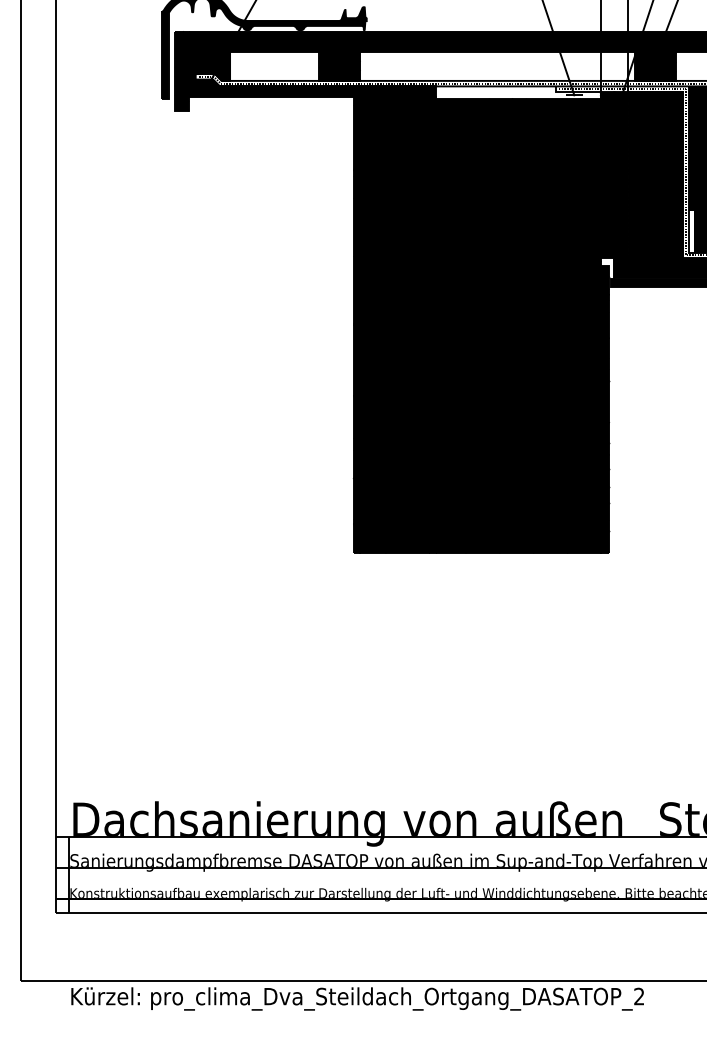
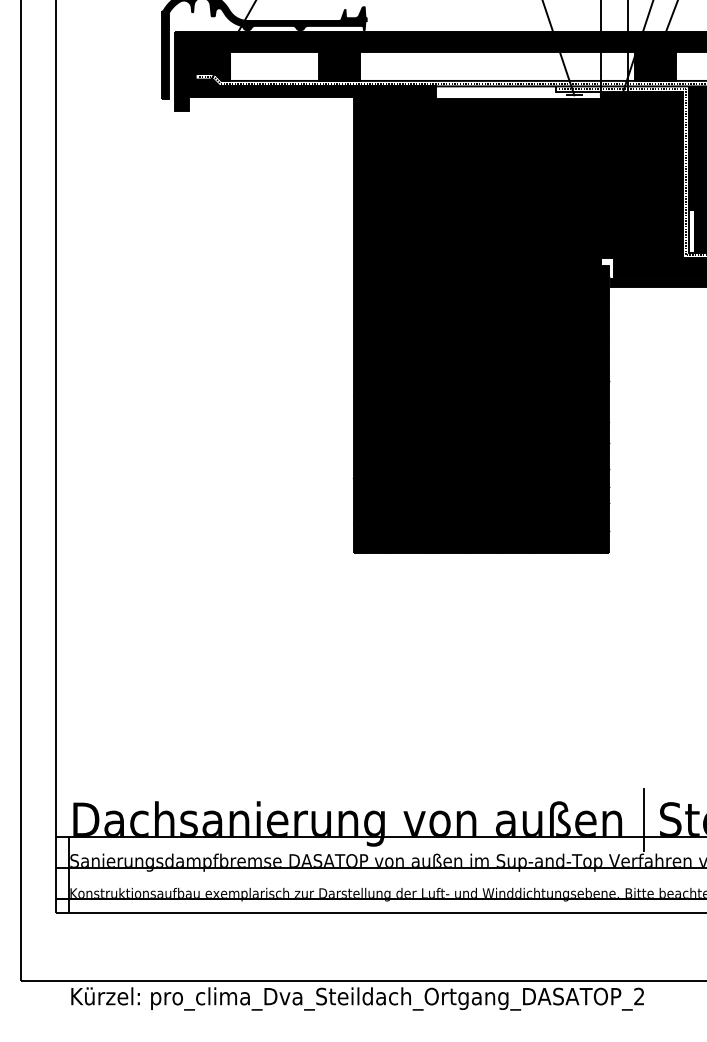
line at (643, 819): none -> present
